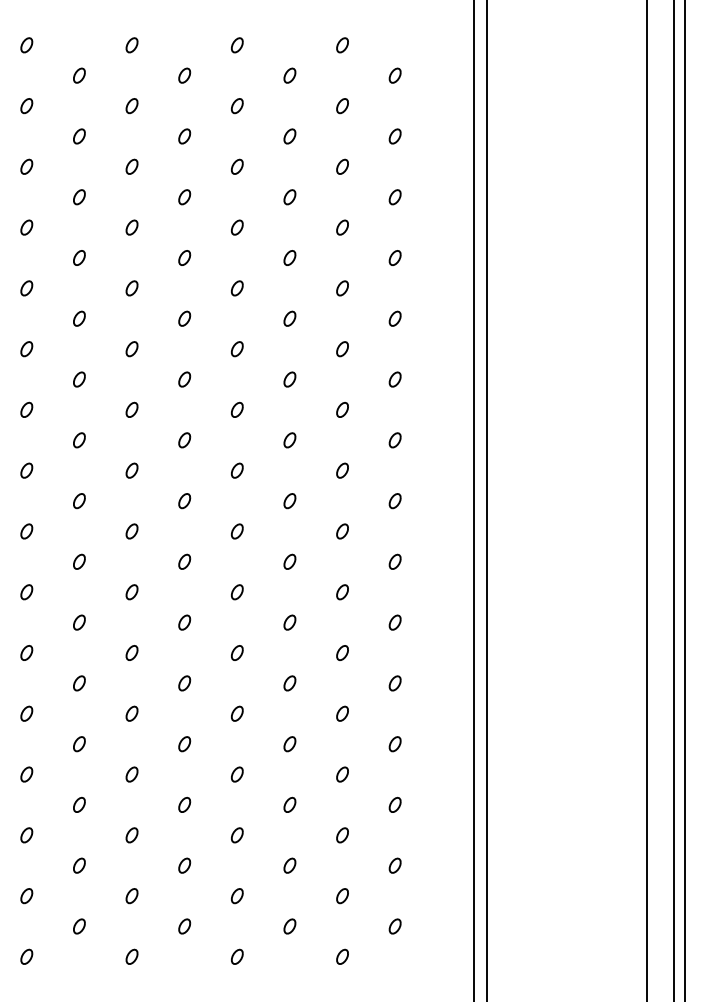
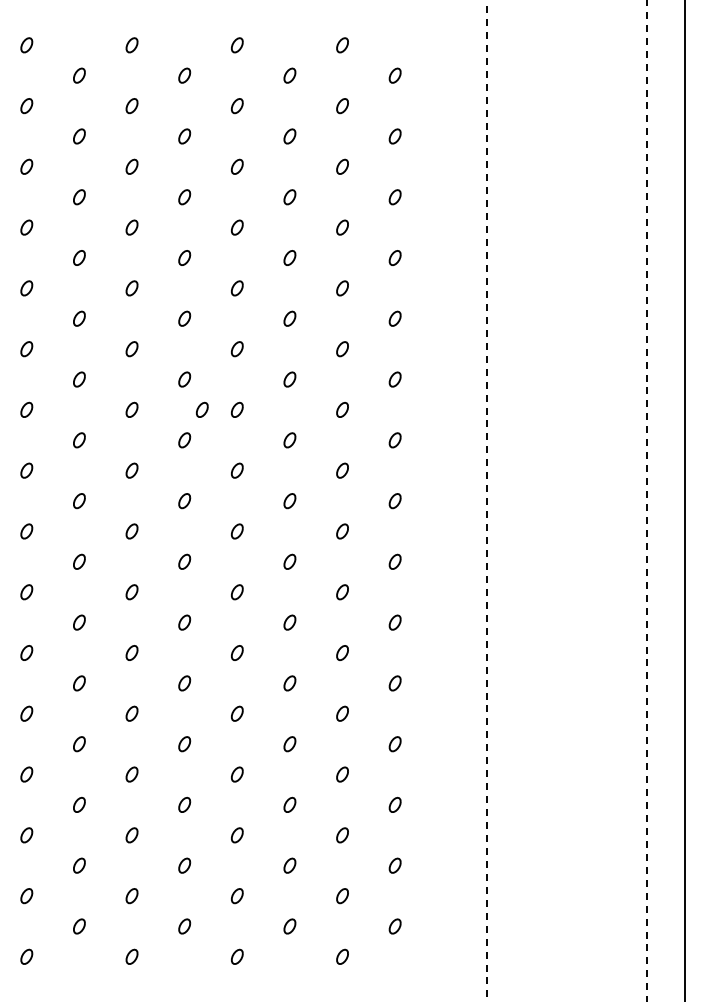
part at (202, 409): none -> present
line at (474, 500): present -> none
line at (486, 500): solid -> dashed
line at (674, 500): present -> none
line at (646, 501): solid -> dashed
